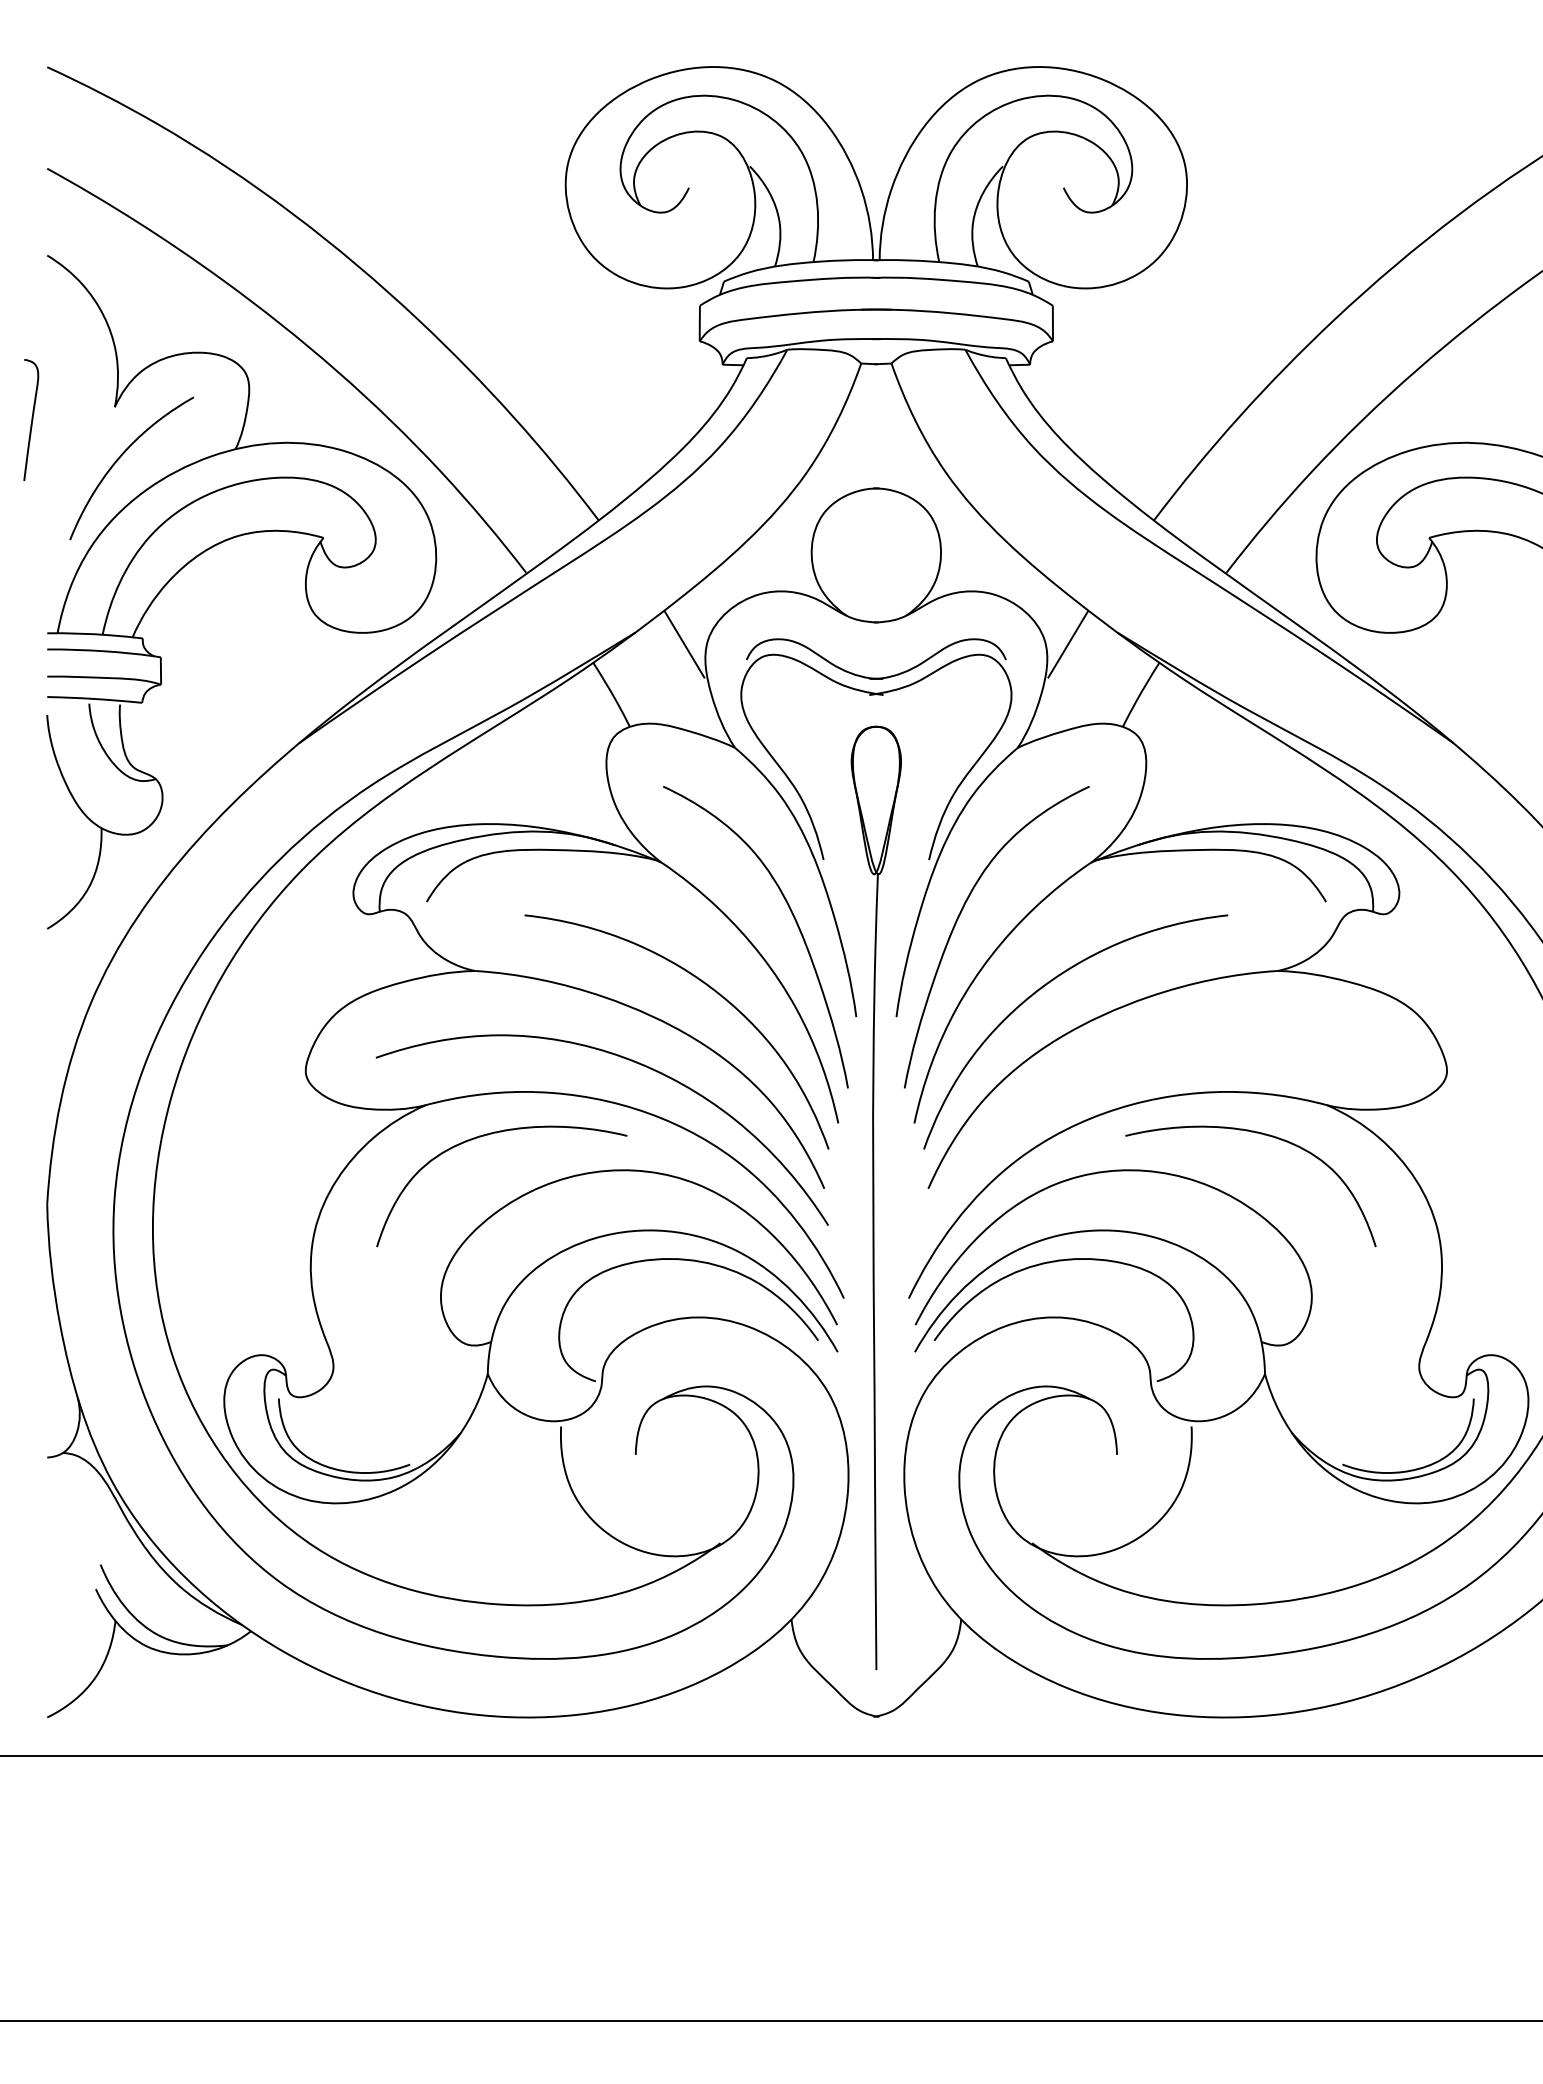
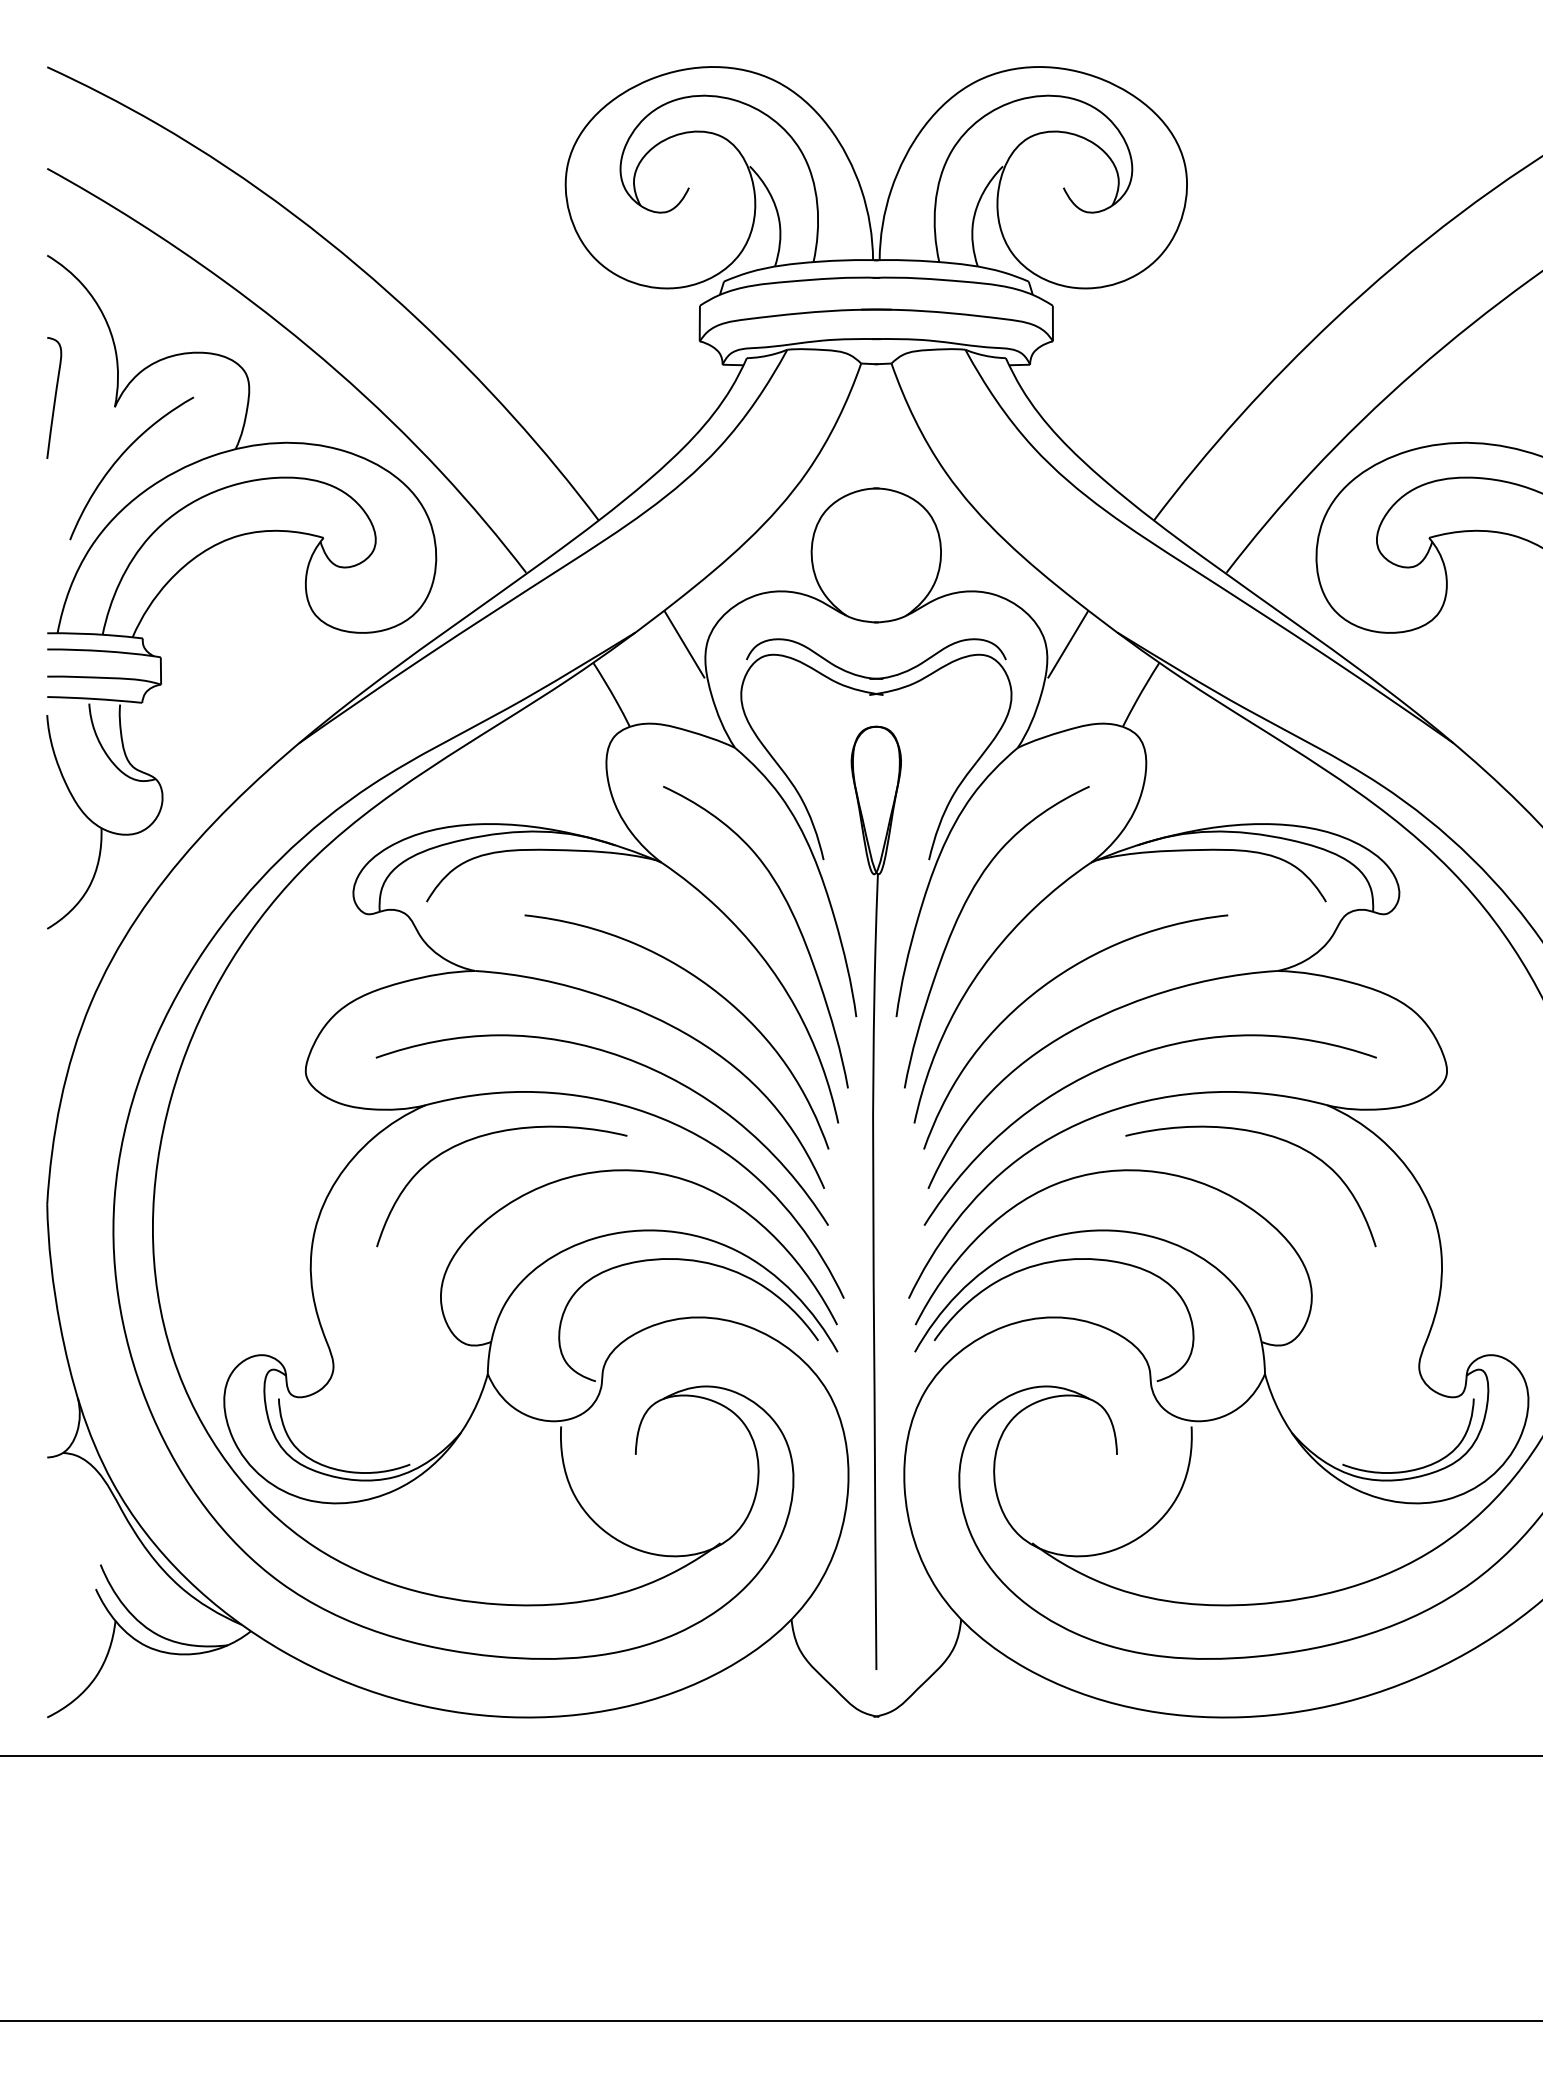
curve at (31, 419) position: (31, 419) -> (54, 397)
curve at (1124, 1060): none -> present
